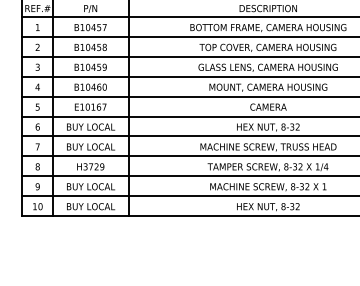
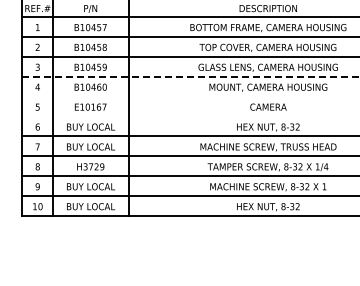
line at (190, 76): solid -> dashed
line at (189, 96): present -> none
line at (189, 116): present -> none
